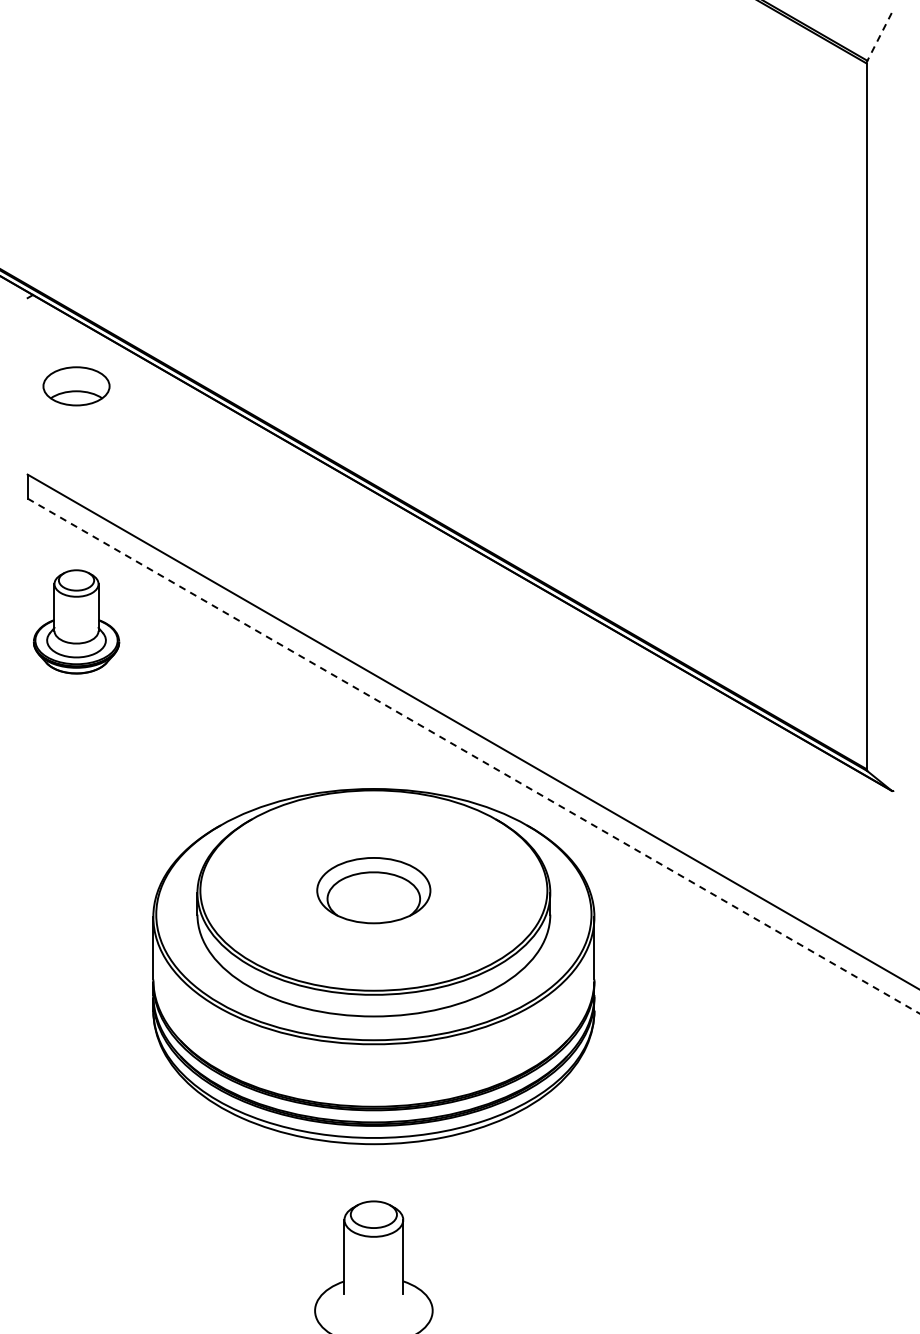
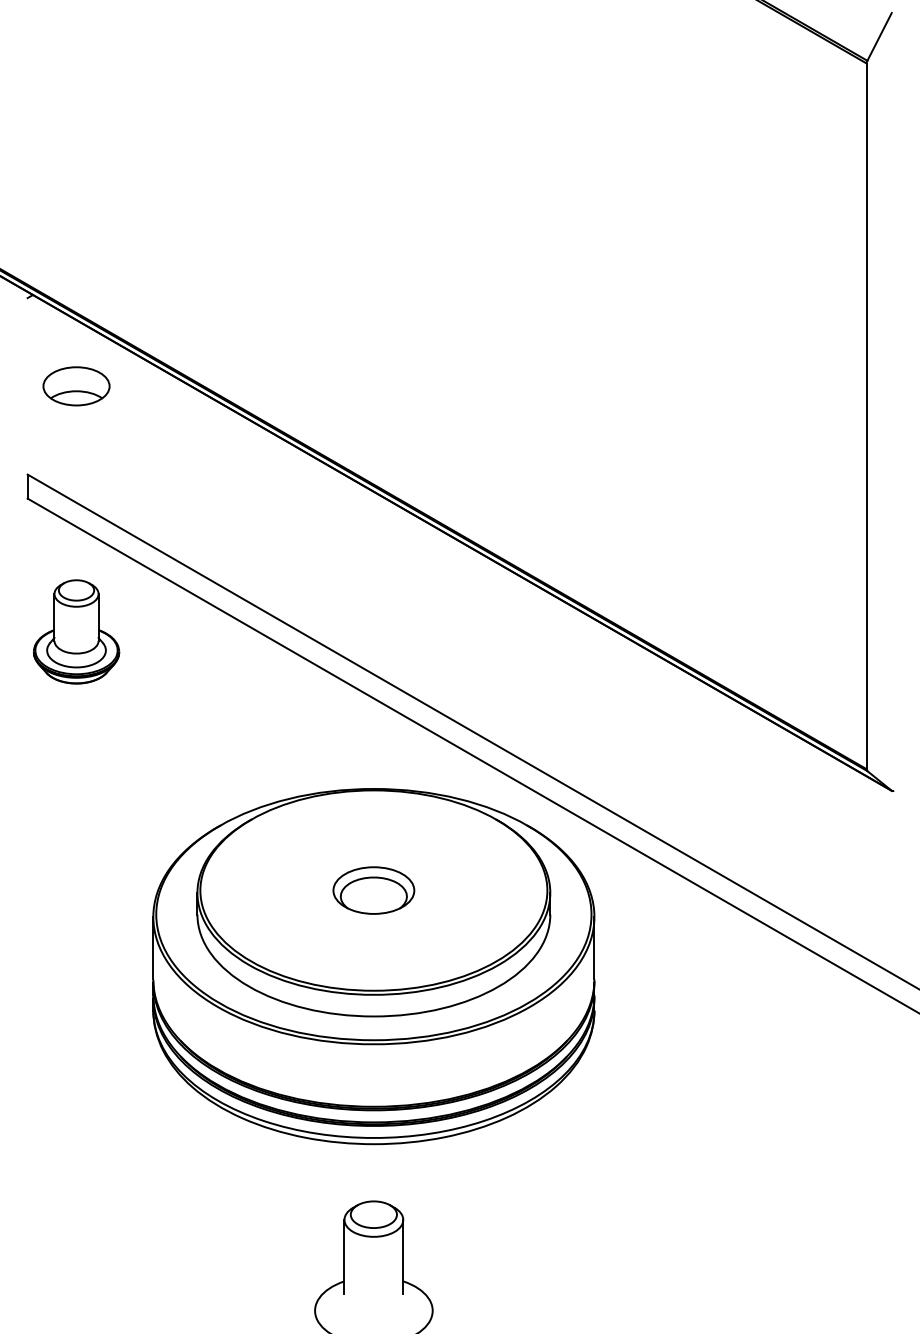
line at (879, 36): dashed -> solid
part at (76, 621) position: (76, 621) -> (76, 631)
line at (473, 756): dashed -> solid
part at (373, 890) size: 116x68 px -> 84x49 px
